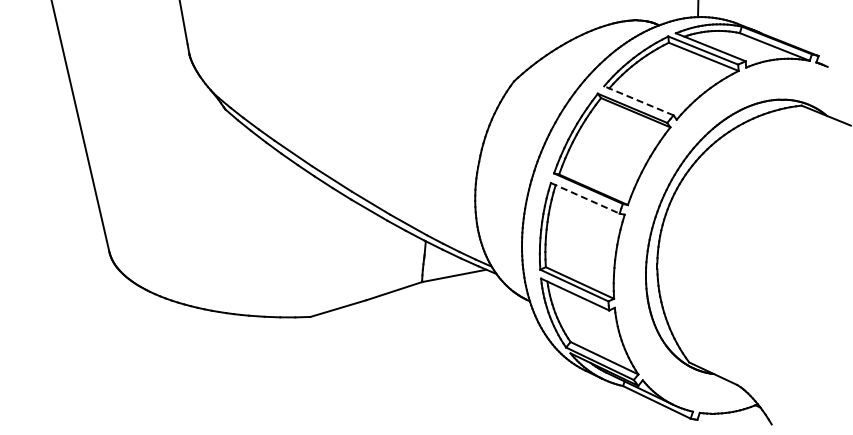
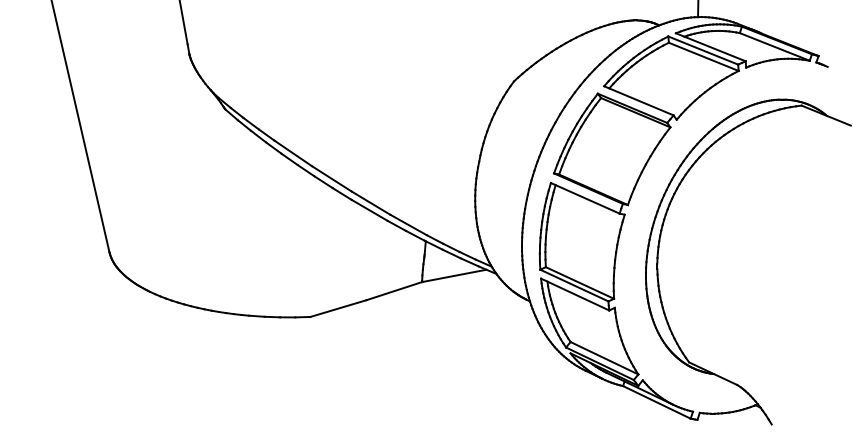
line at (638, 100): dashed -> solid
line at (585, 198): dashed -> solid
